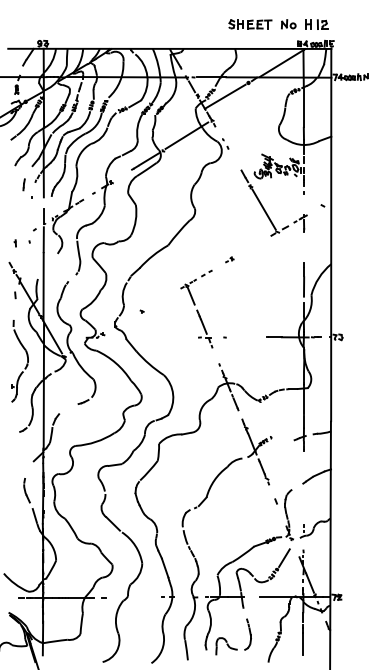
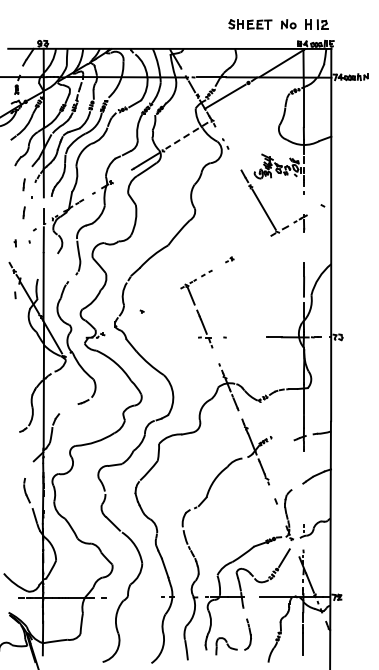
line at (186, 135): solid -> dashed
line at (23, 212): none -> present
part at (26, 363): present -> none
